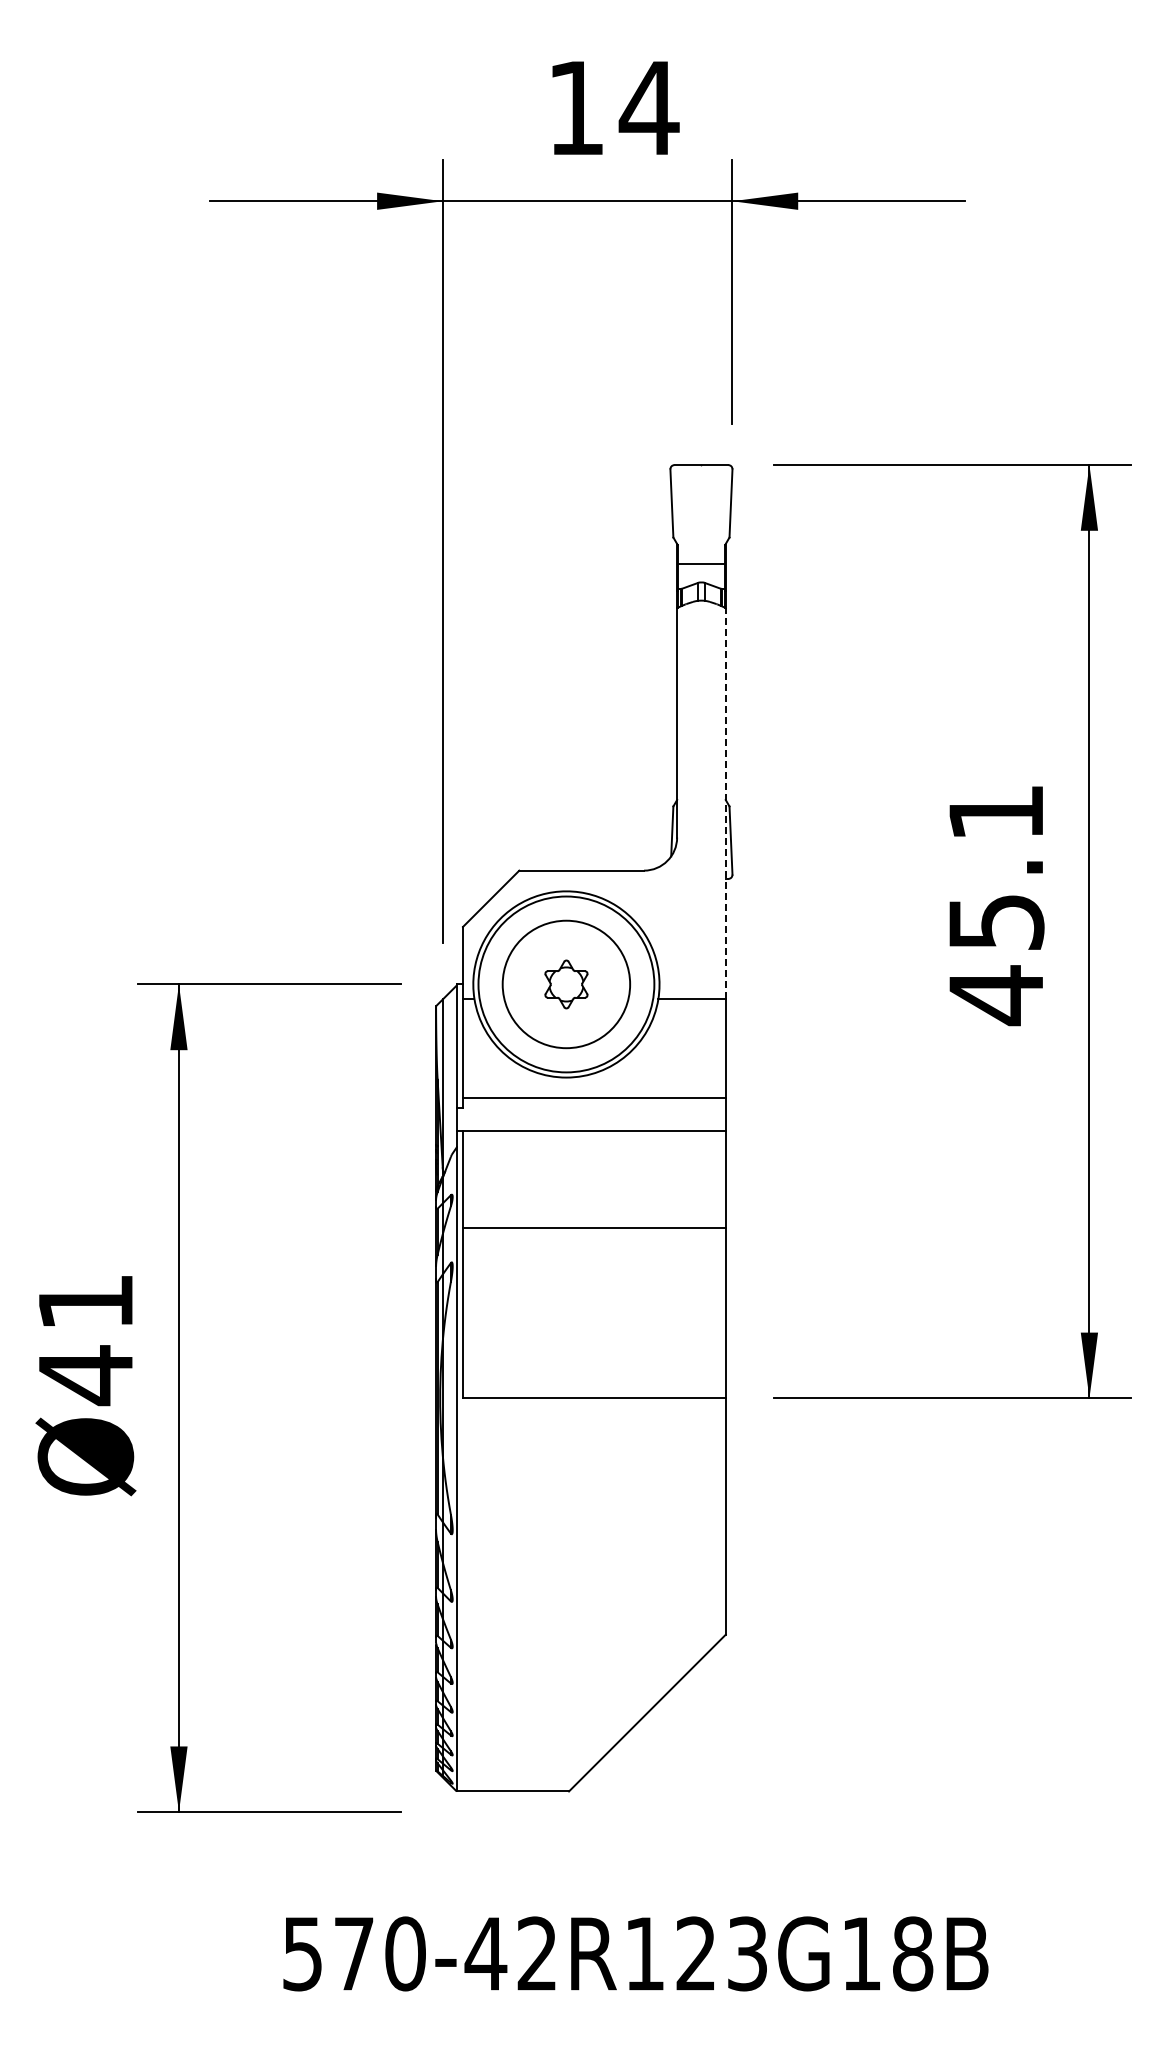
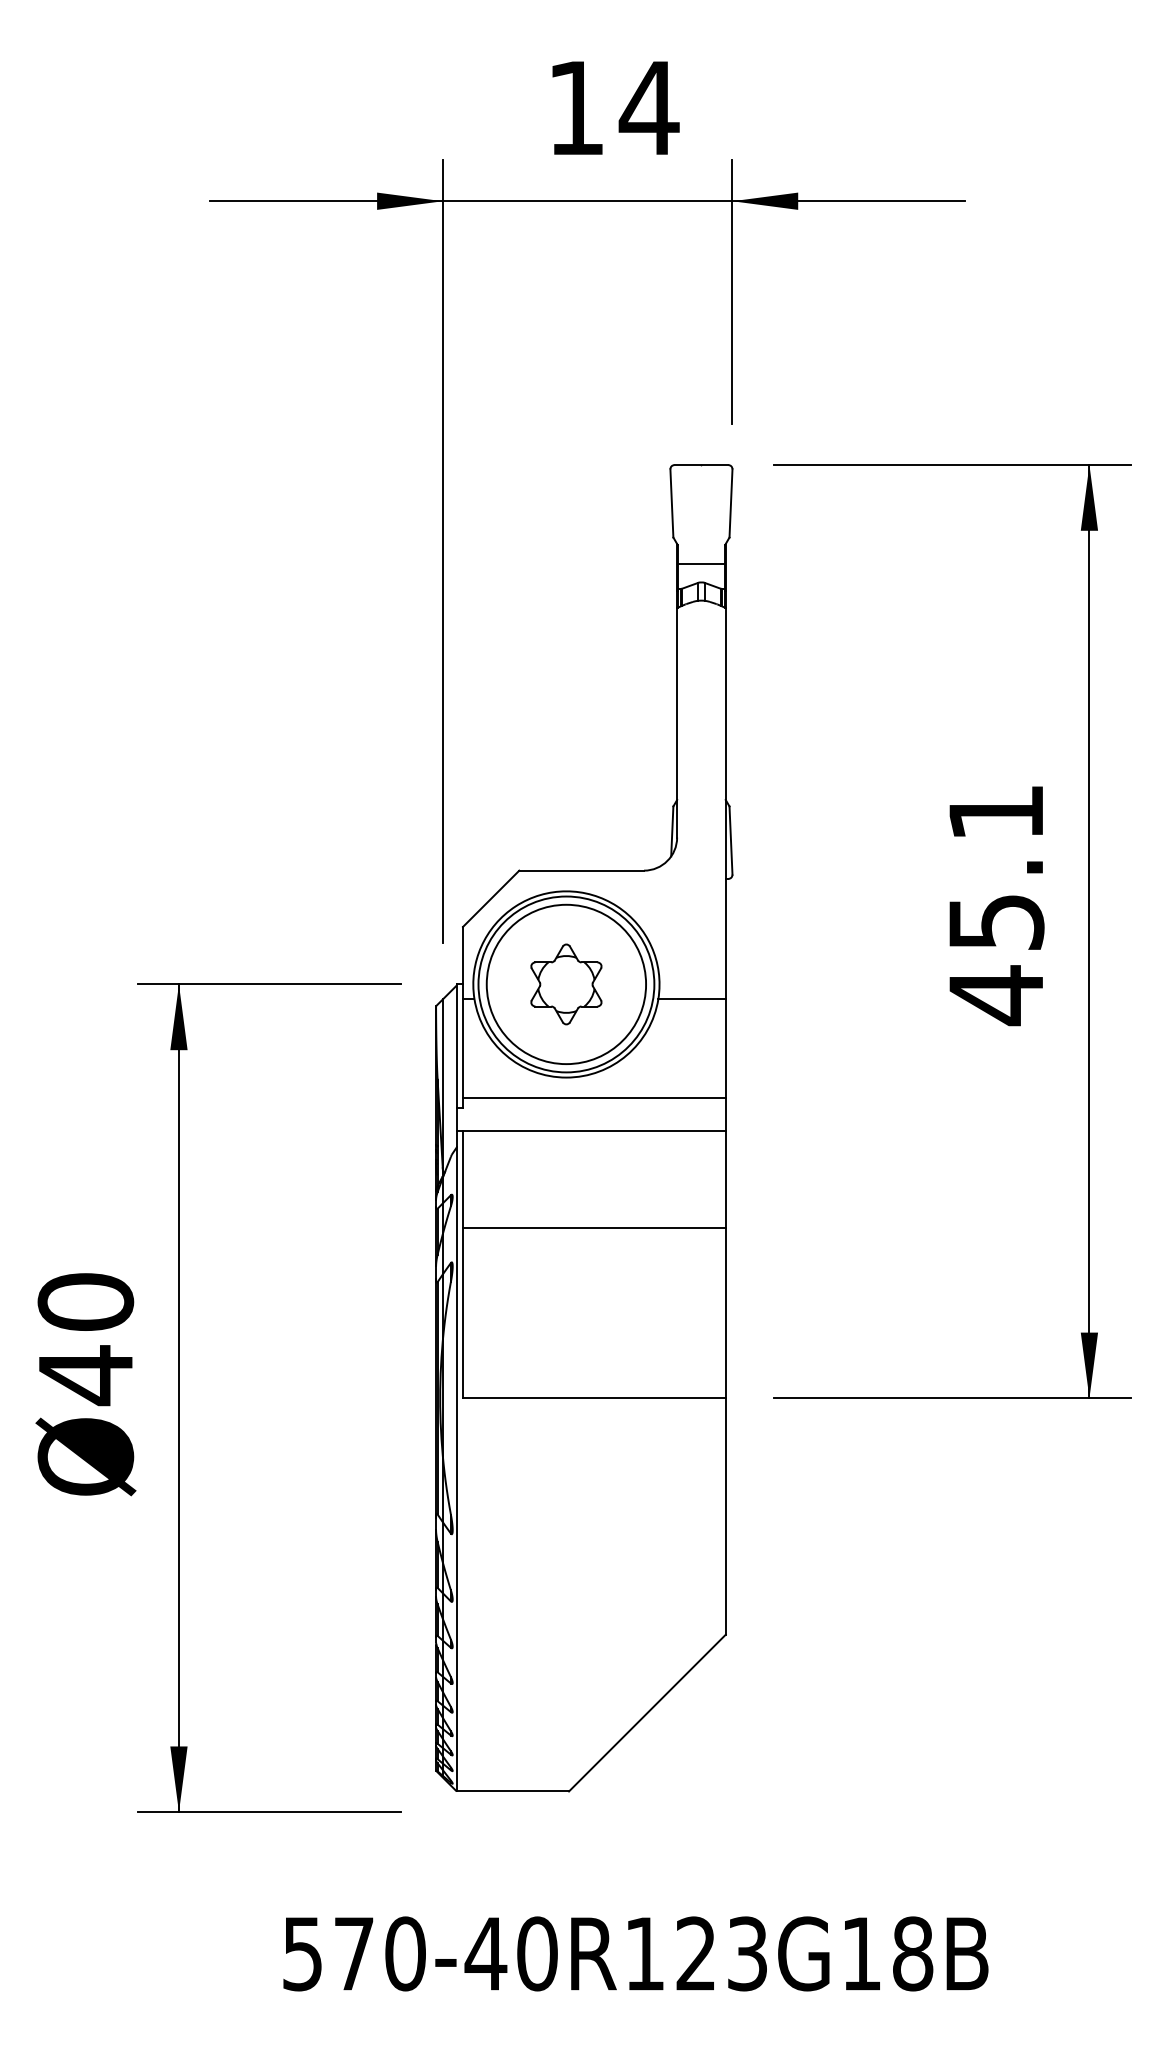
line at (725, 803): dashed -> solid
circle at (566, 984) diameter: 127 px -> 159 px
part at (566, 984) size: 45x51 px -> 73x83 px
text at (85, 1301): Ø41 -> Ø40
text at (537, 1953): 570-42R123G18B -> 570-40R123G18B
